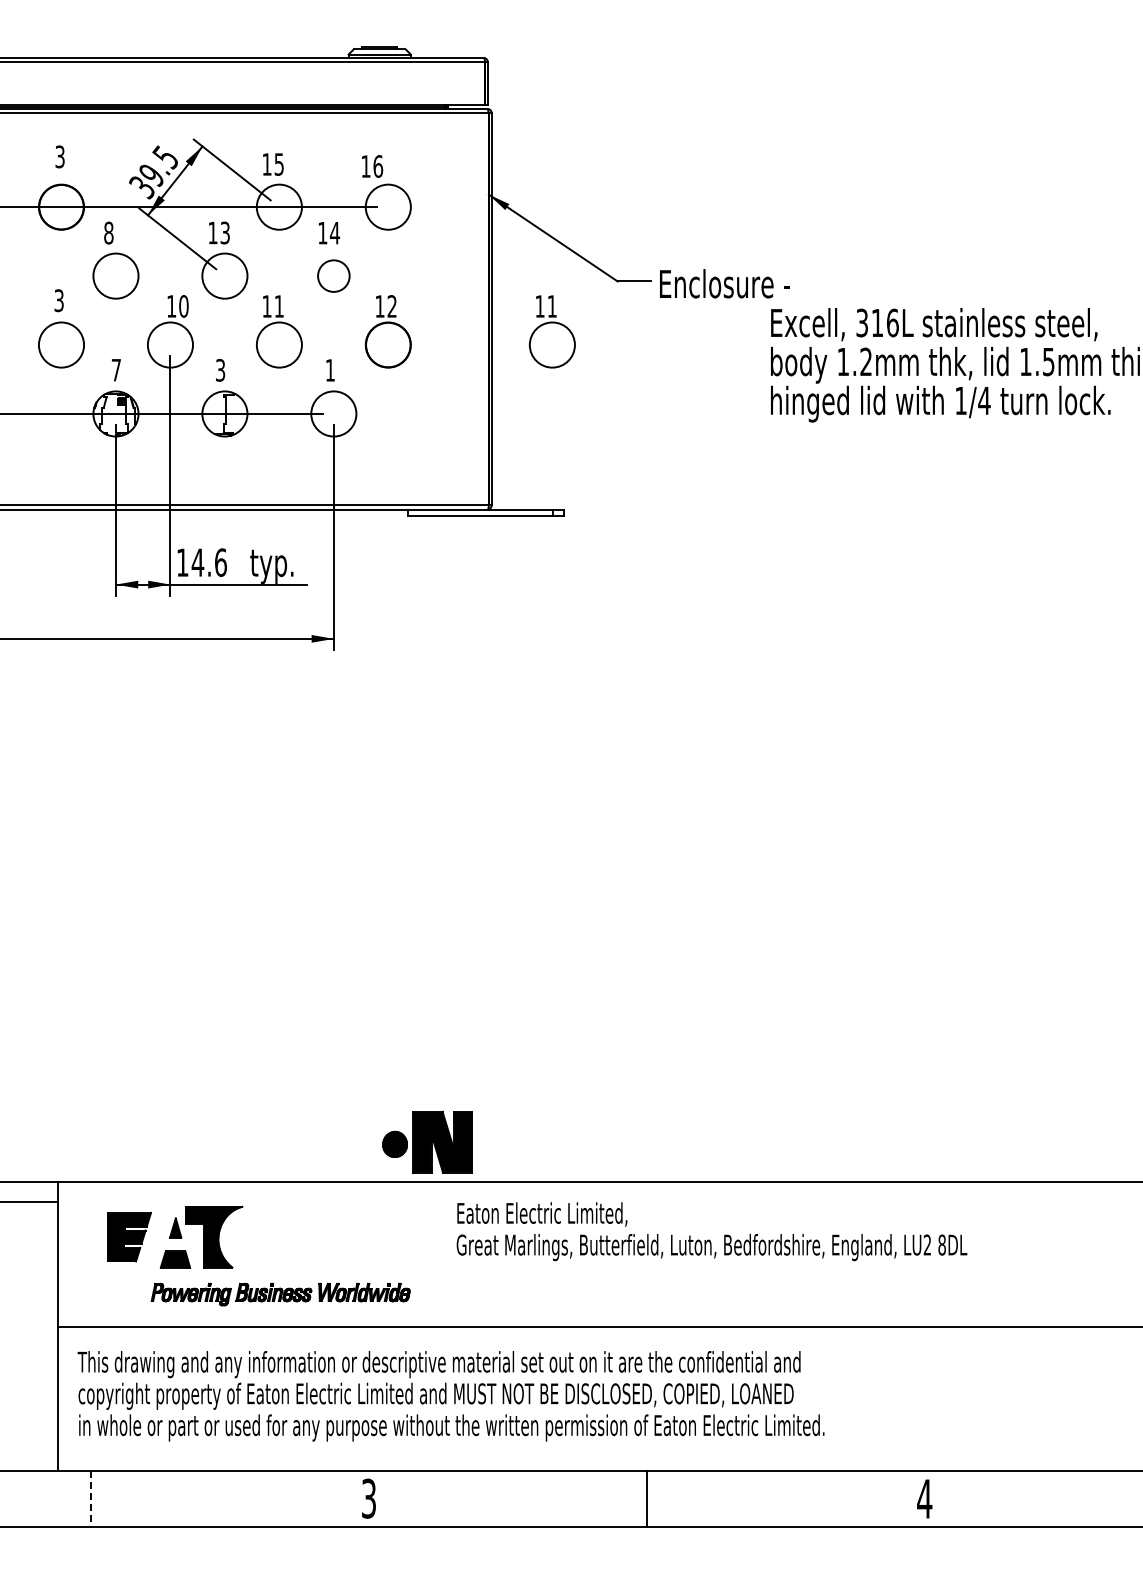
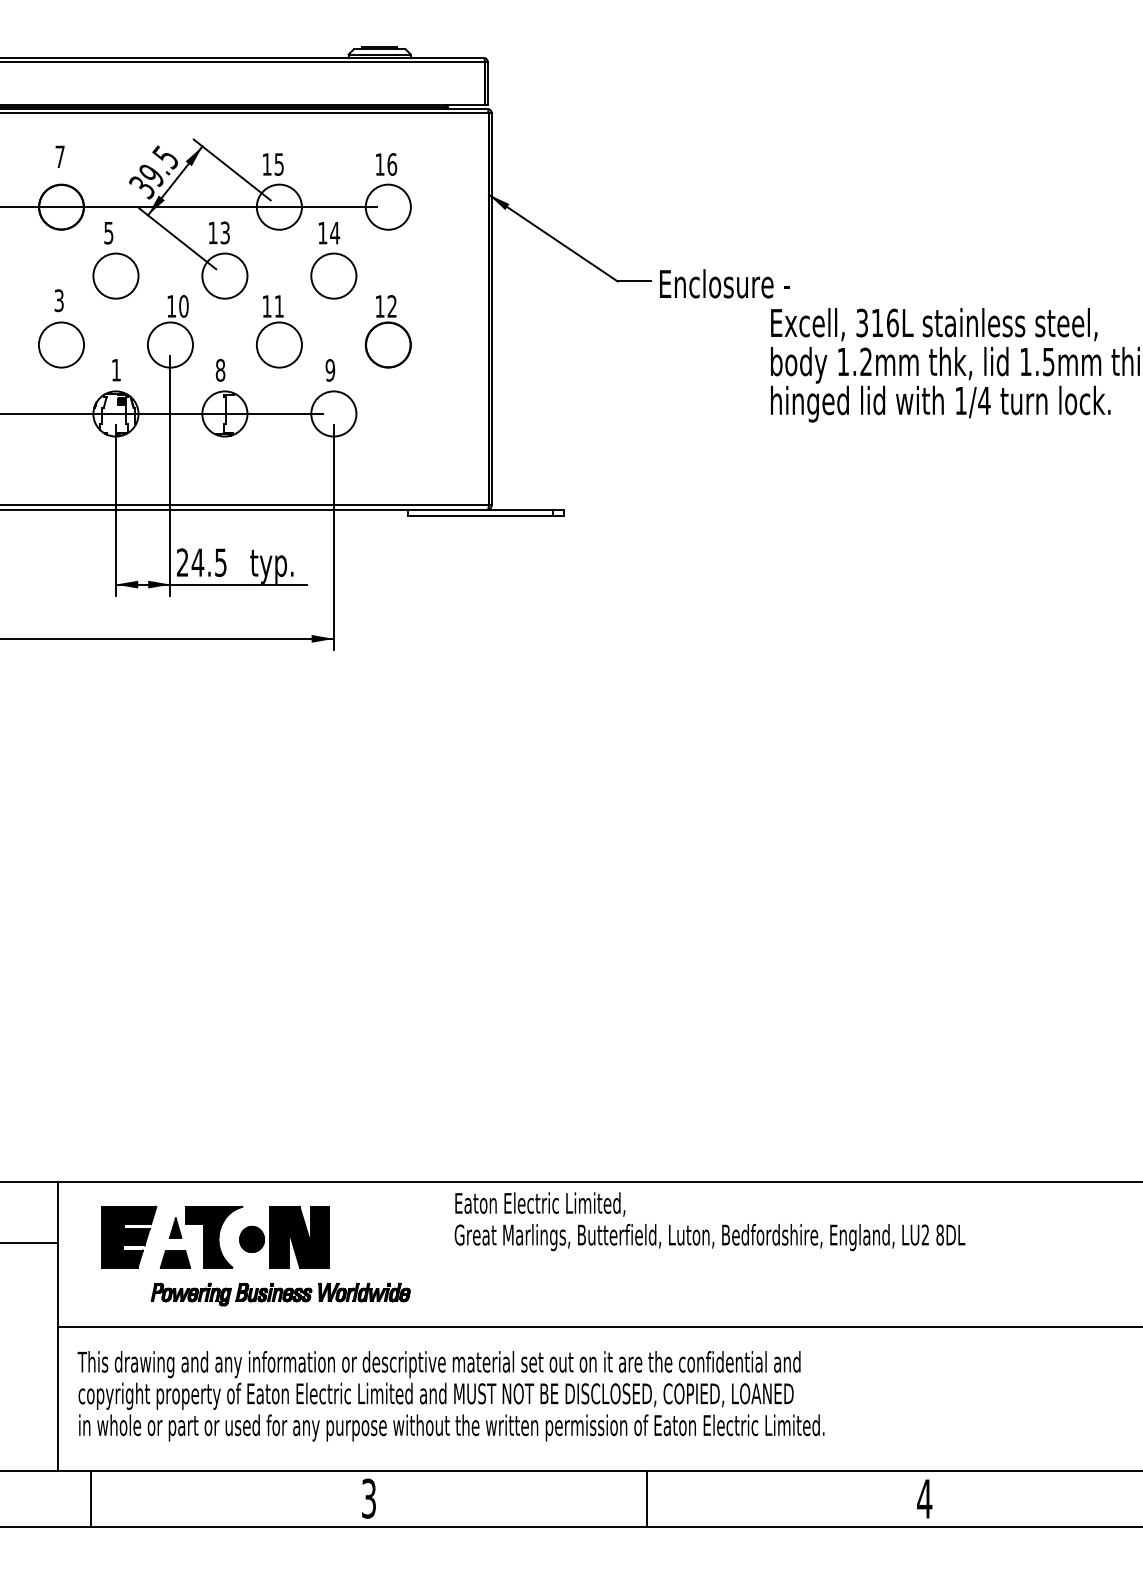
text at (59, 156): 3 -> 7
text at (372, 166) position: (372, 166) -> (386, 164)
text at (108, 232): 8 -> 5
circle at (333, 275) diameter: 32 px -> 45 px
part at (552, 331): present -> none
text at (115, 370): 7 -> 1
text at (220, 370): 3 -> 8
text at (330, 370): 1 -> 9
text at (201, 562): 14.6 -> 24.5
part at (427, 1141) position: (427, 1141) -> (284, 1236)
line at (29, 1202) position: (29, 1202) -> (29, 1243)
text at (711, 1231) position: (711, 1231) -> (709, 1221)
part at (129, 1236) size: 45x52 px -> 57x64 px
line at (91, 1498): dashed -> solid
